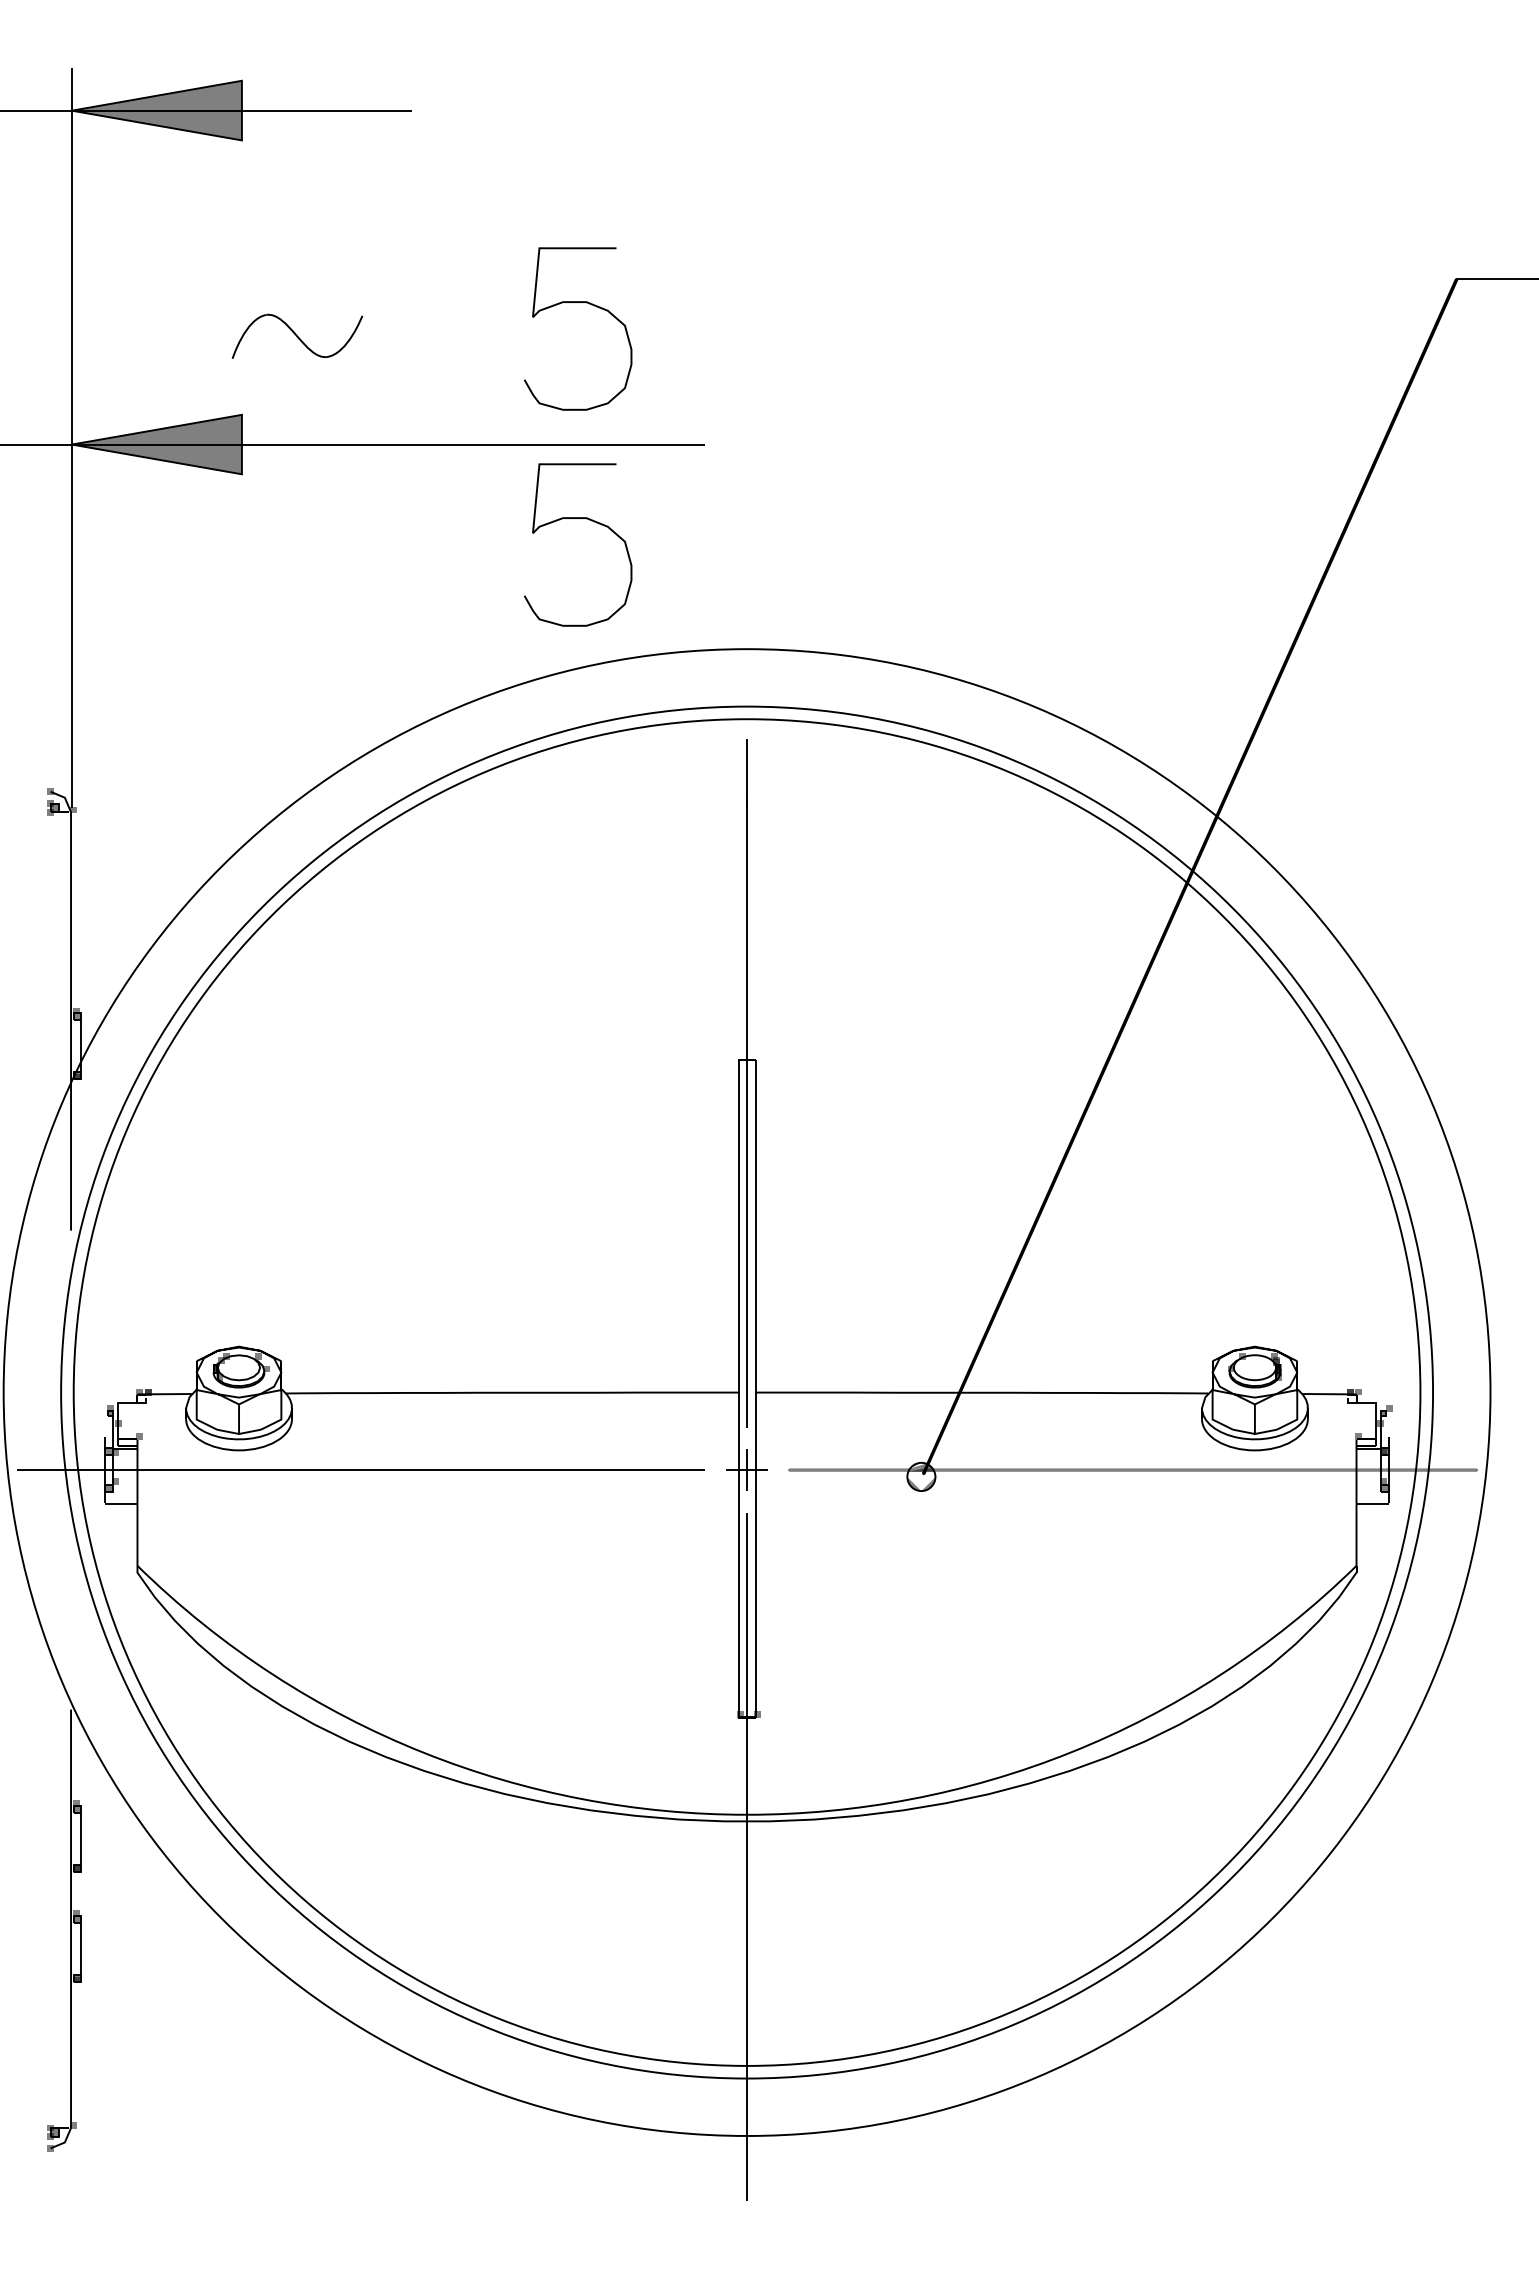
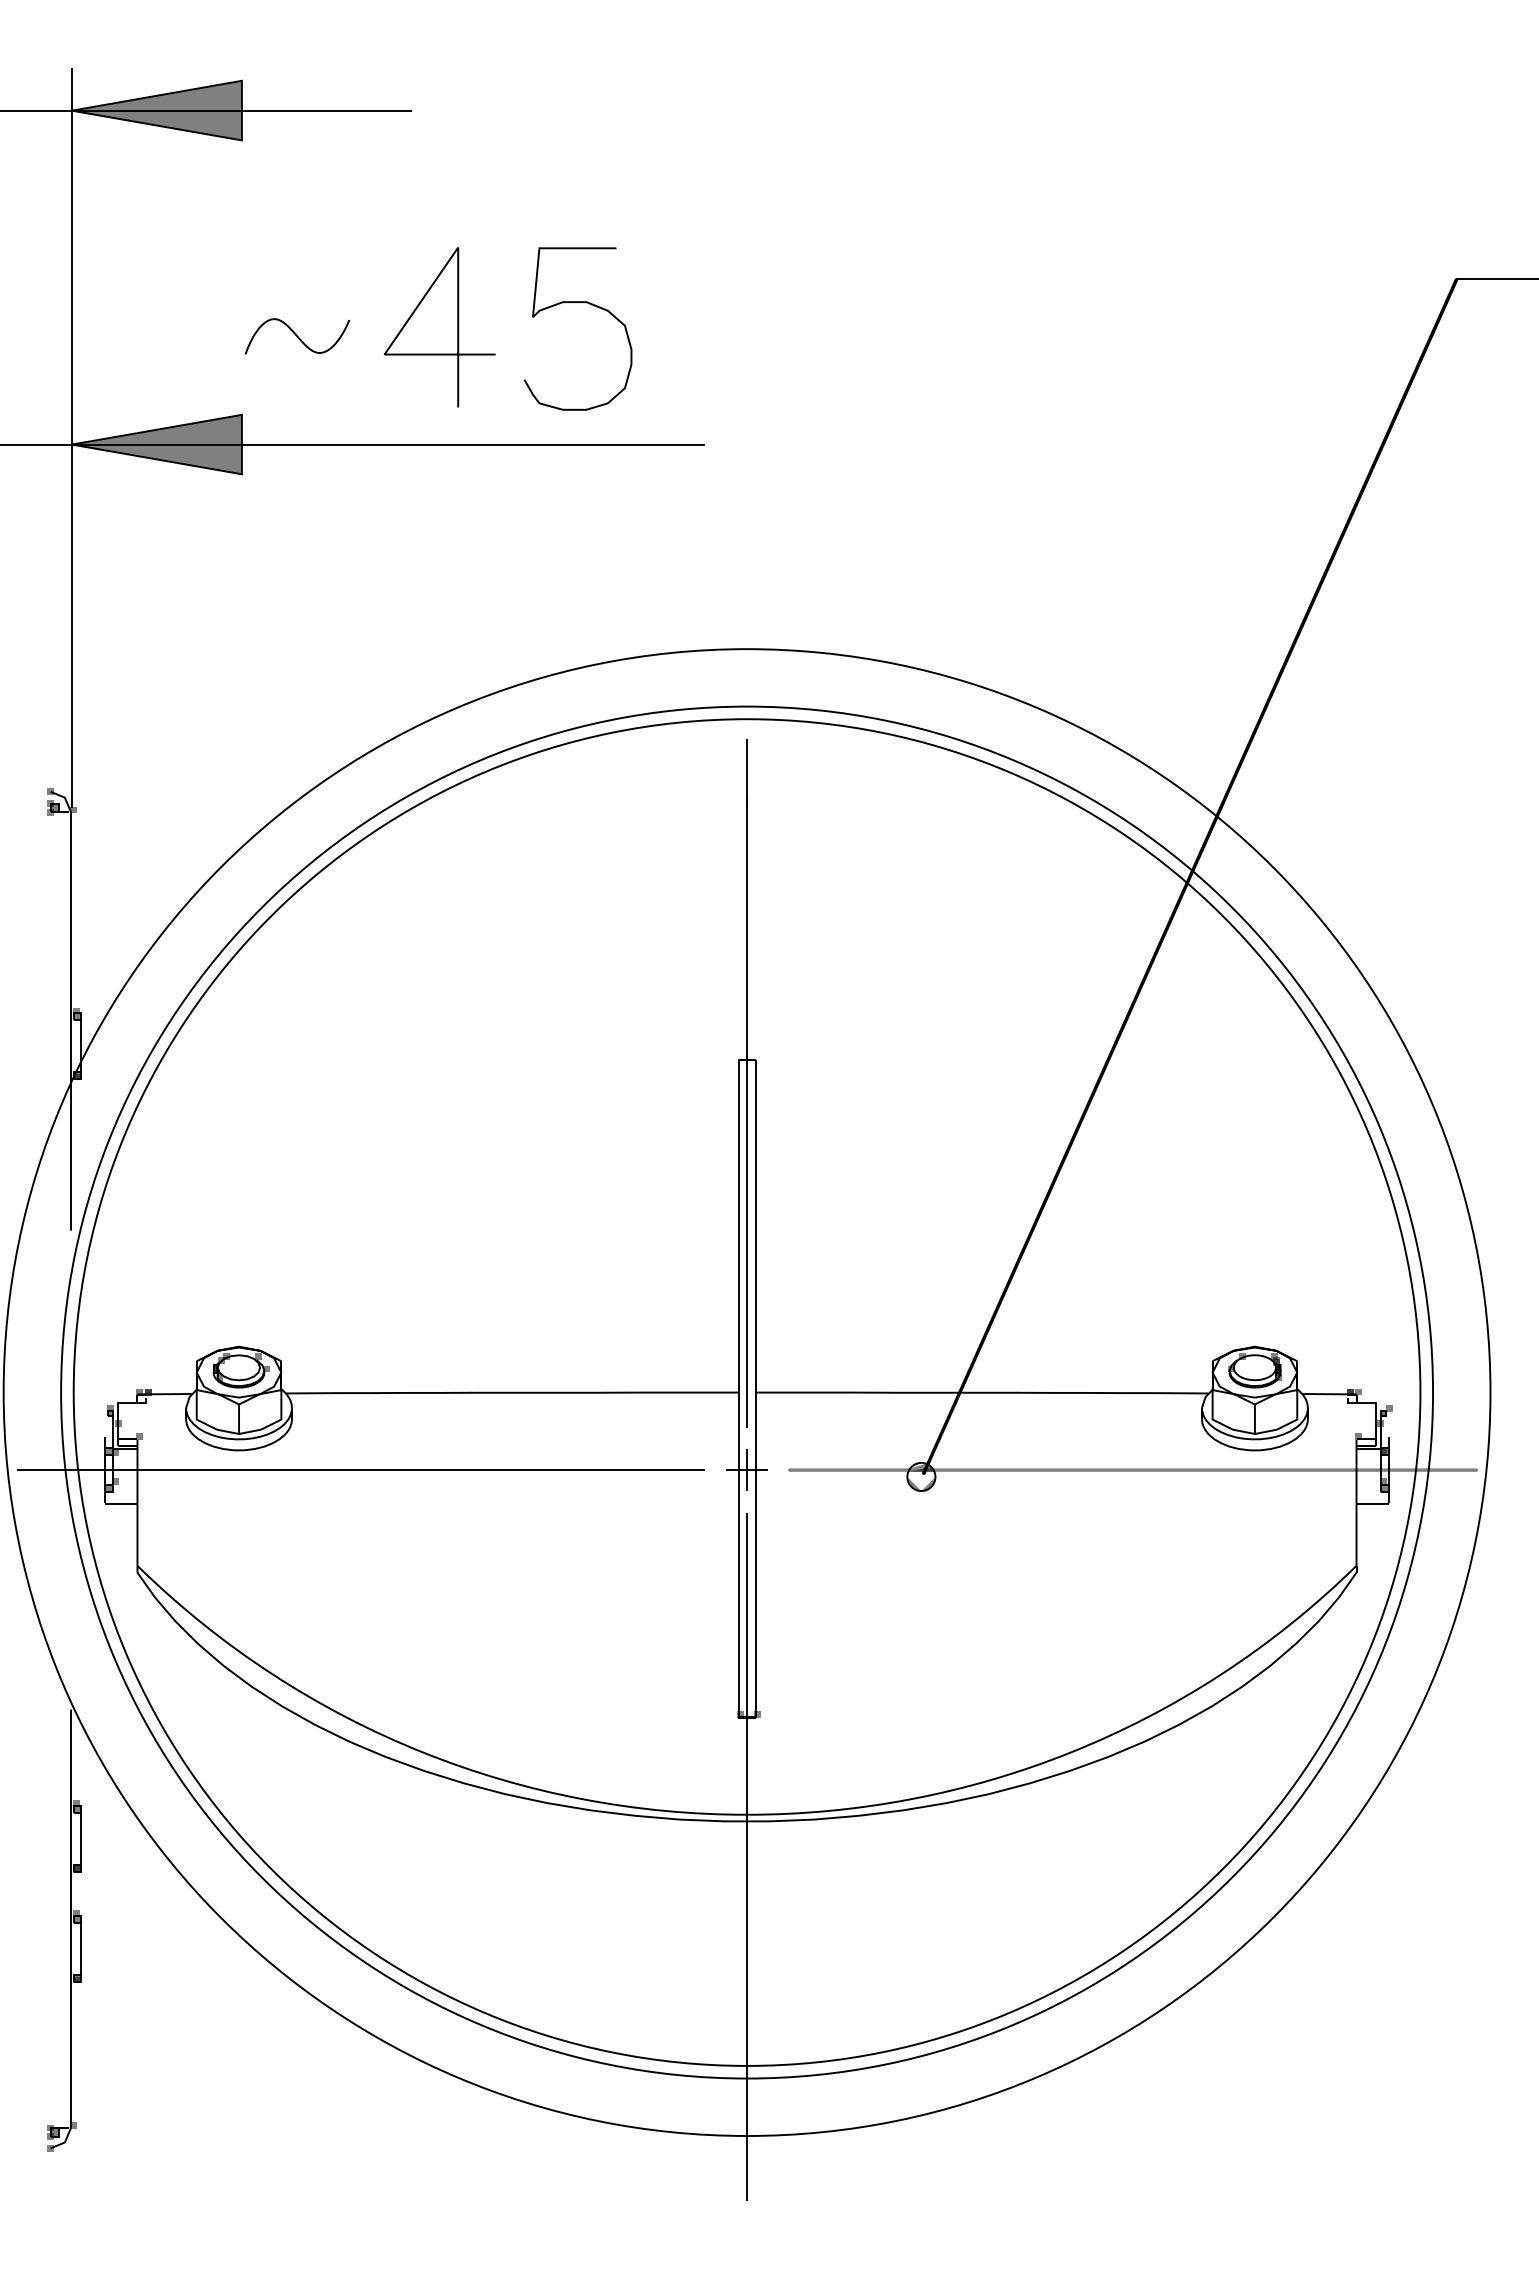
line at (457, 327): none -> present
part at (297, 335) size: 133x46 px -> 107x37 px
curve at (577, 518): present -> none
